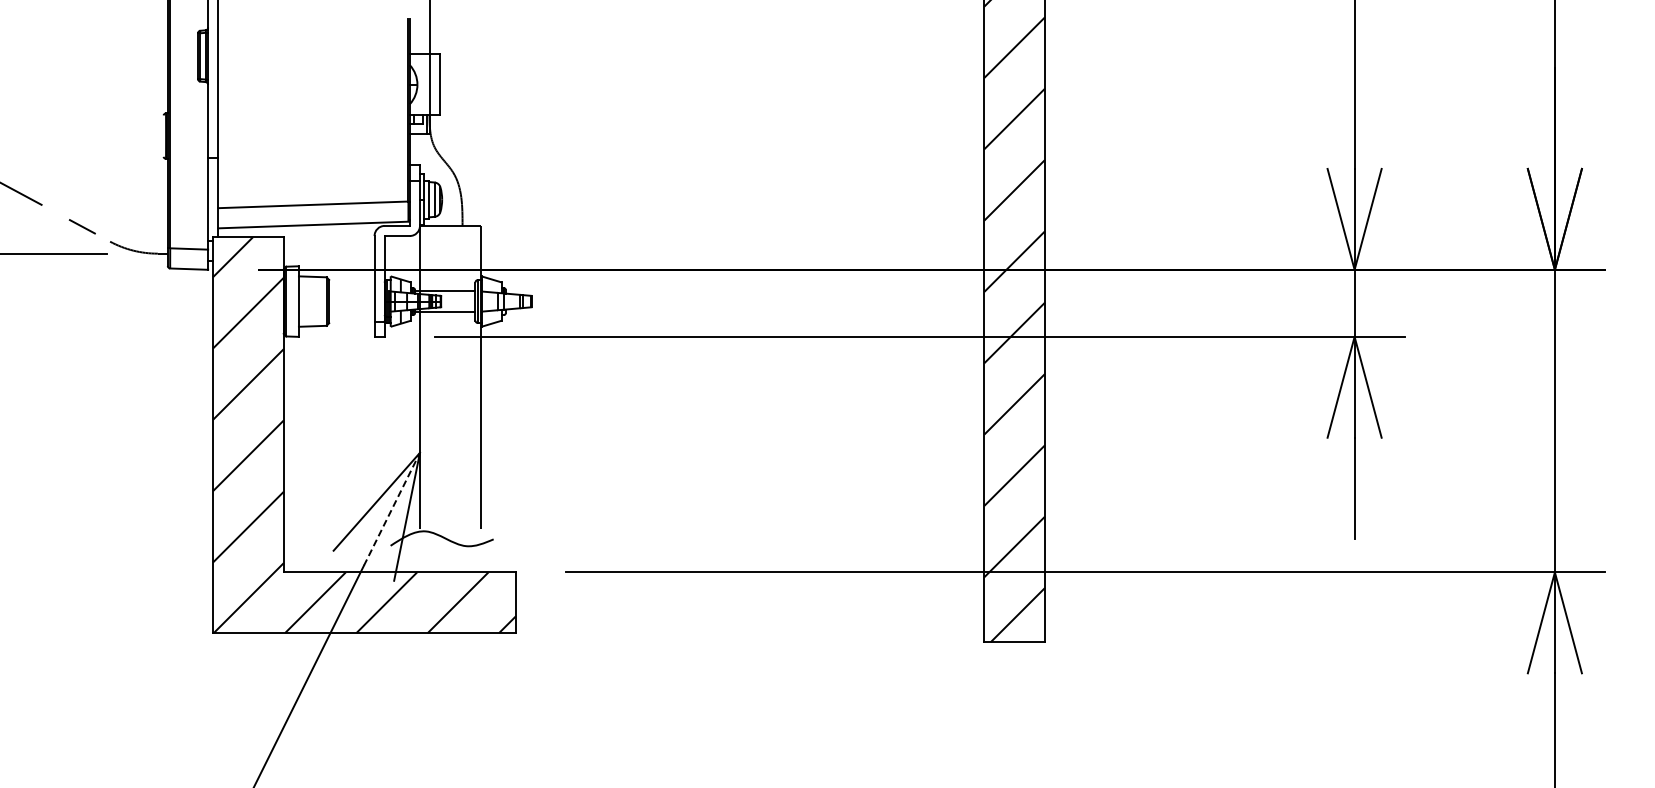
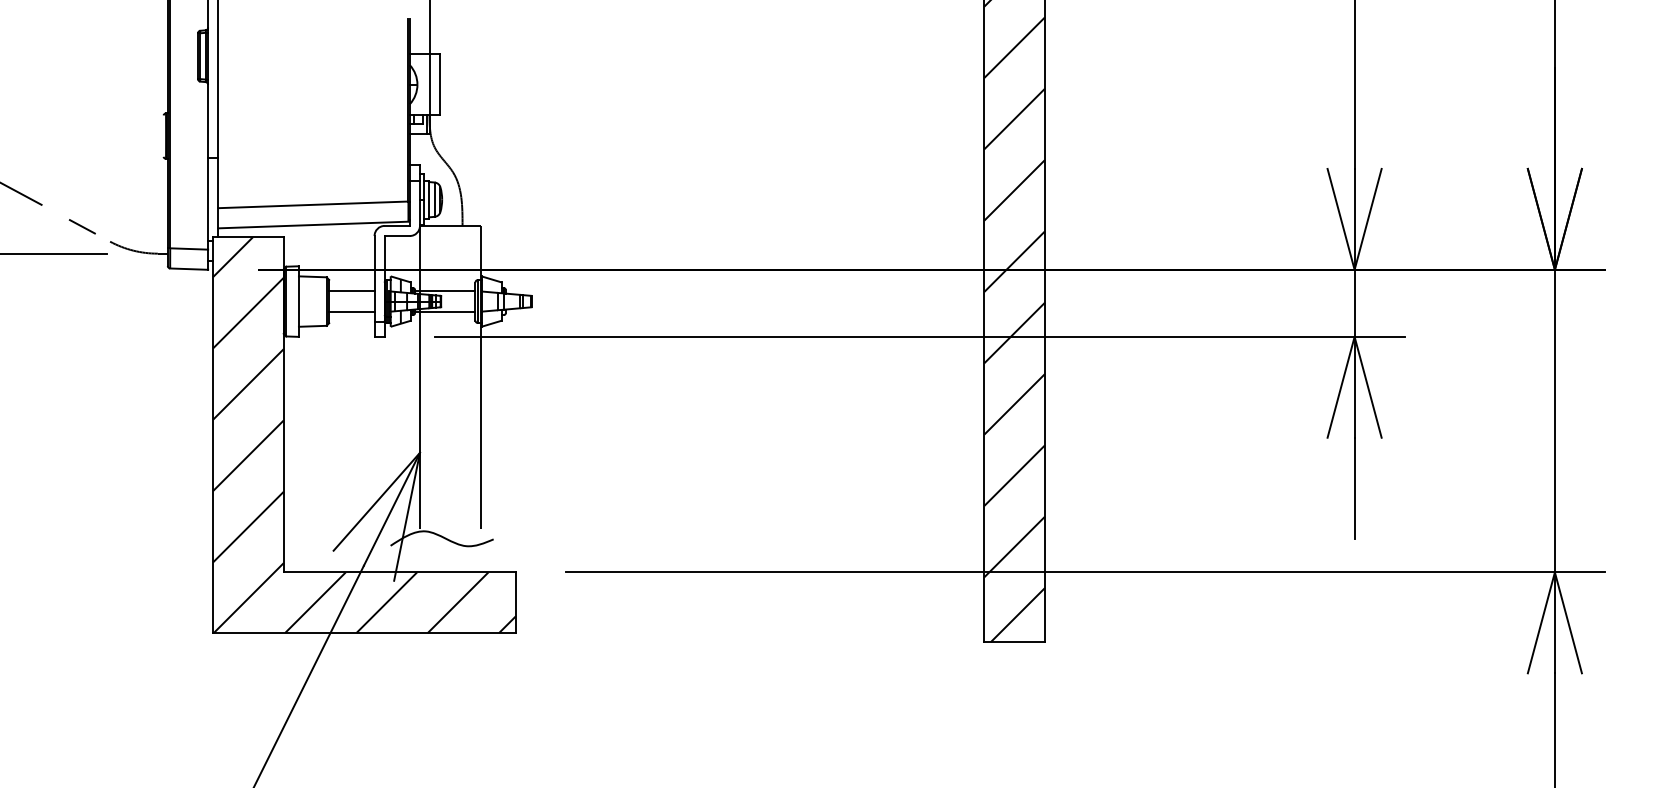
line at (351, 291): none -> present
line at (351, 311): none -> present
line at (392, 508): dashed -> solid
